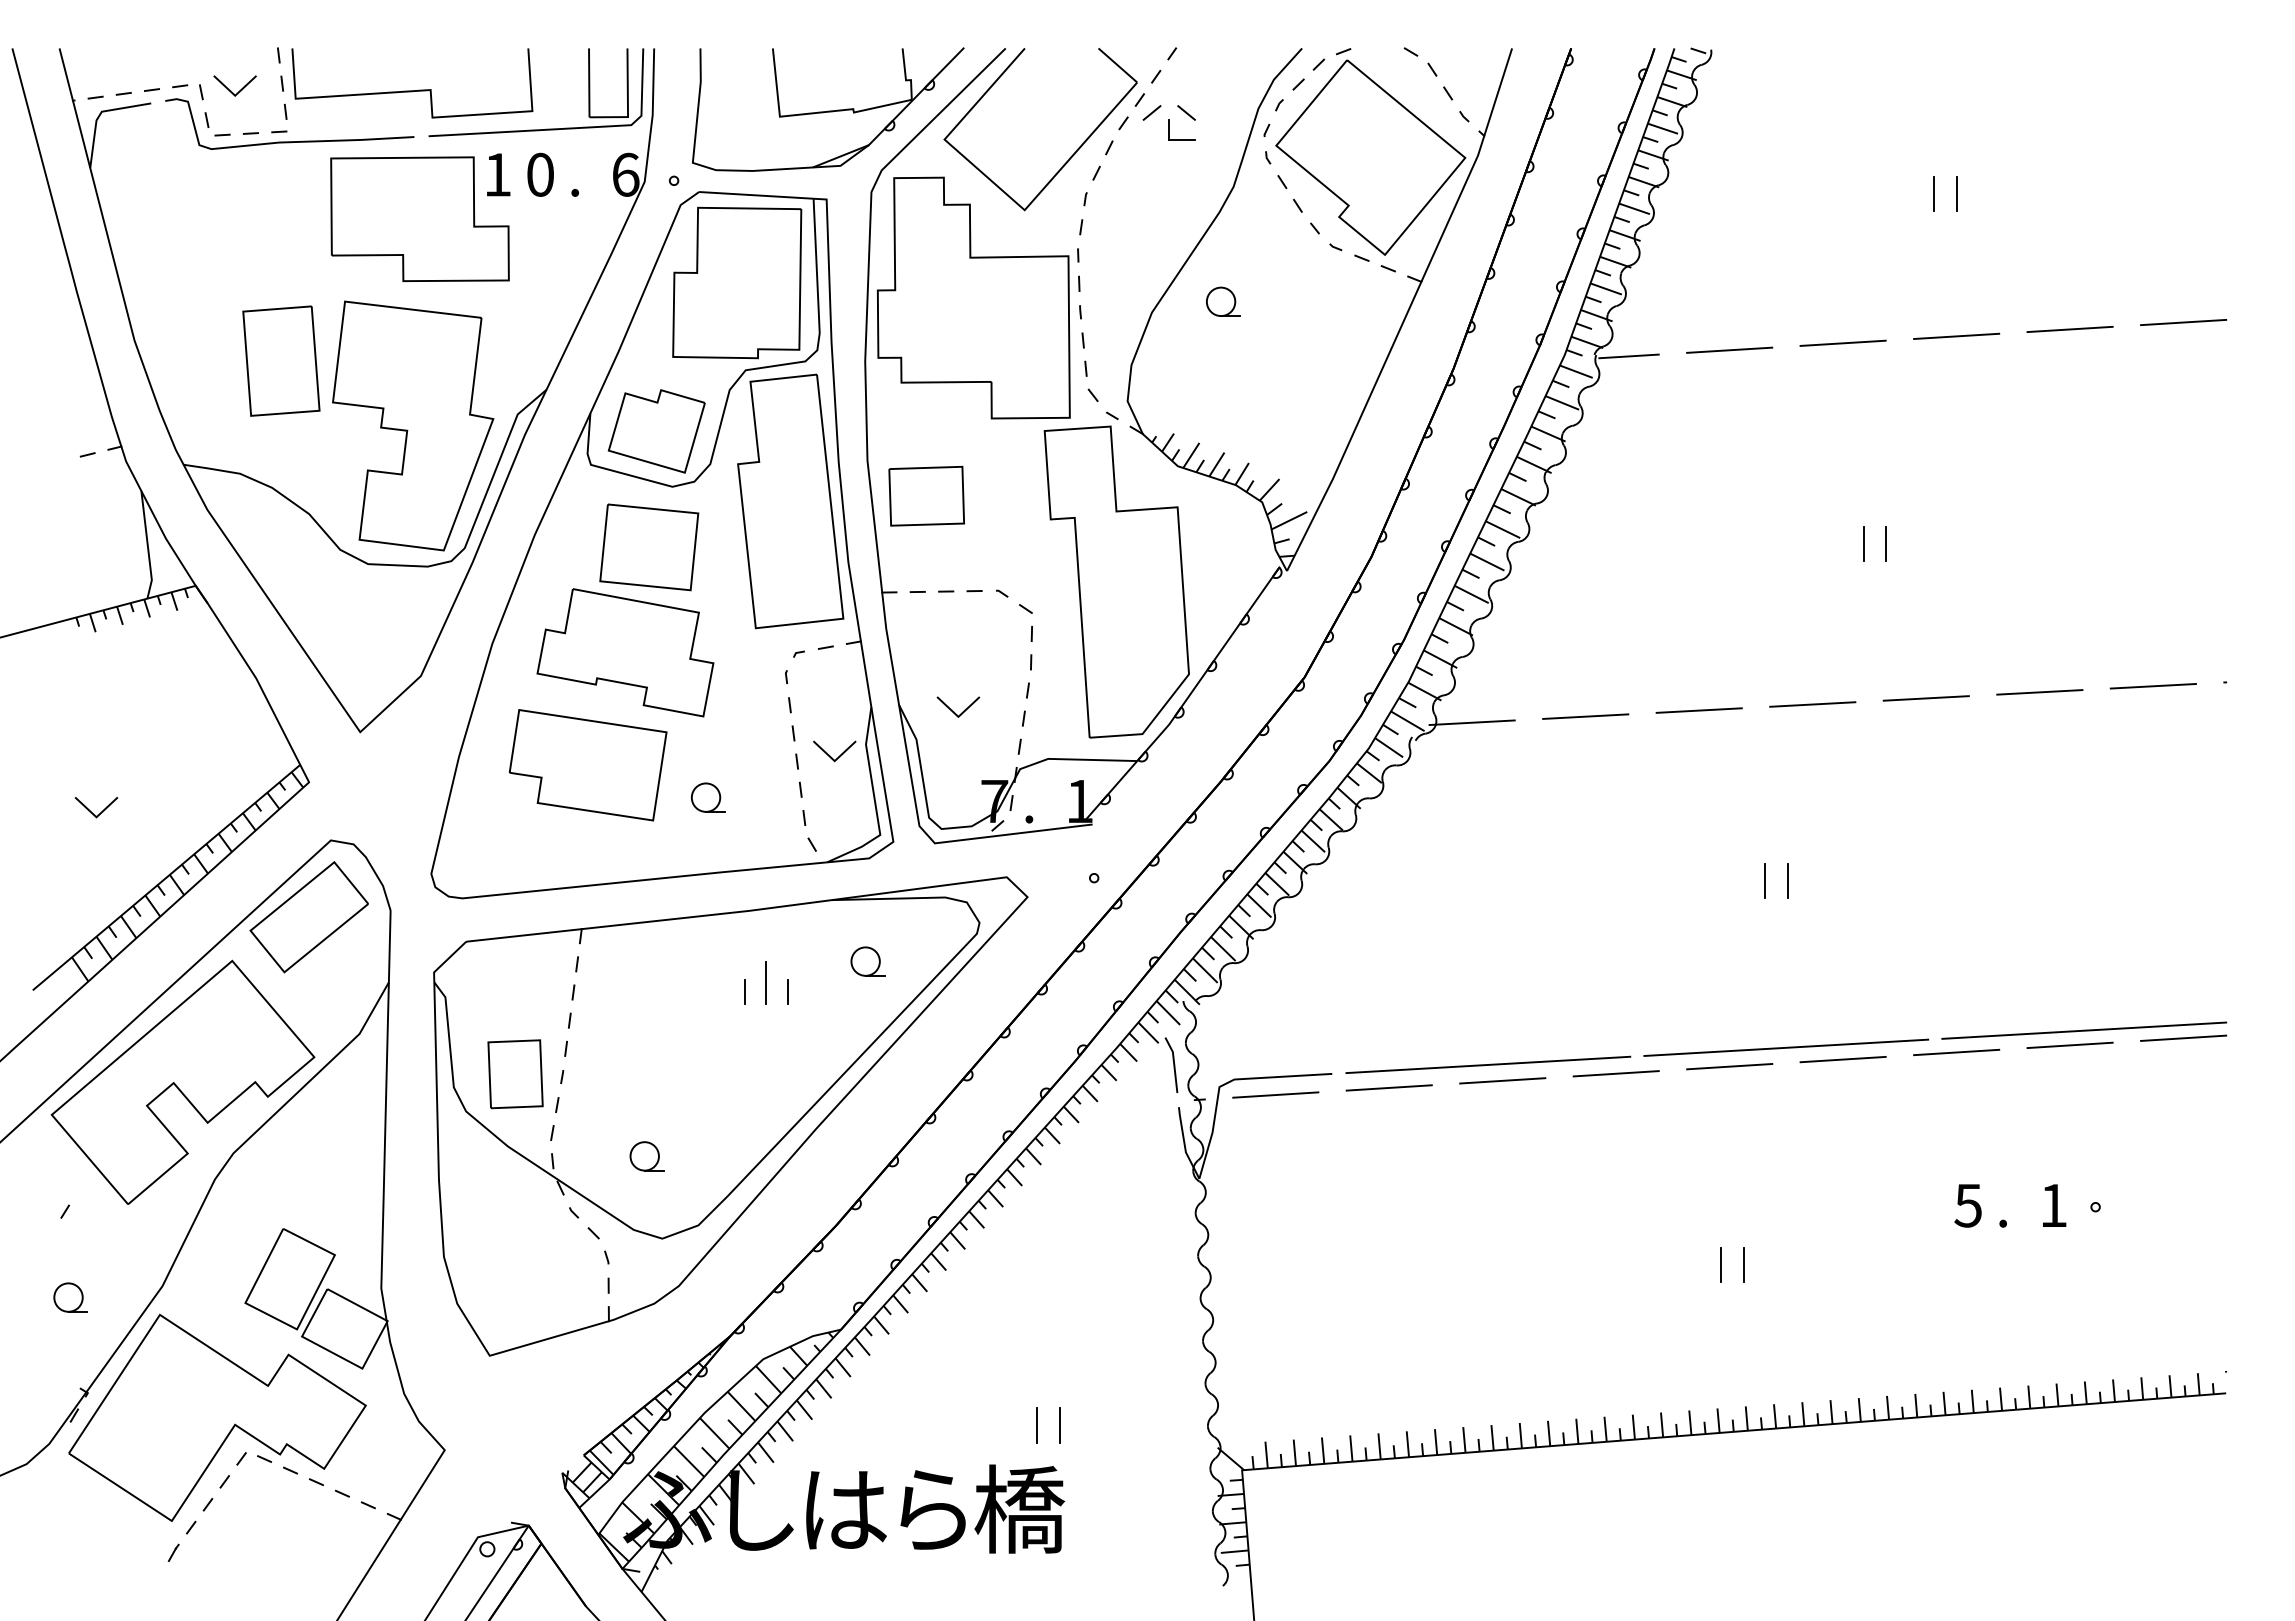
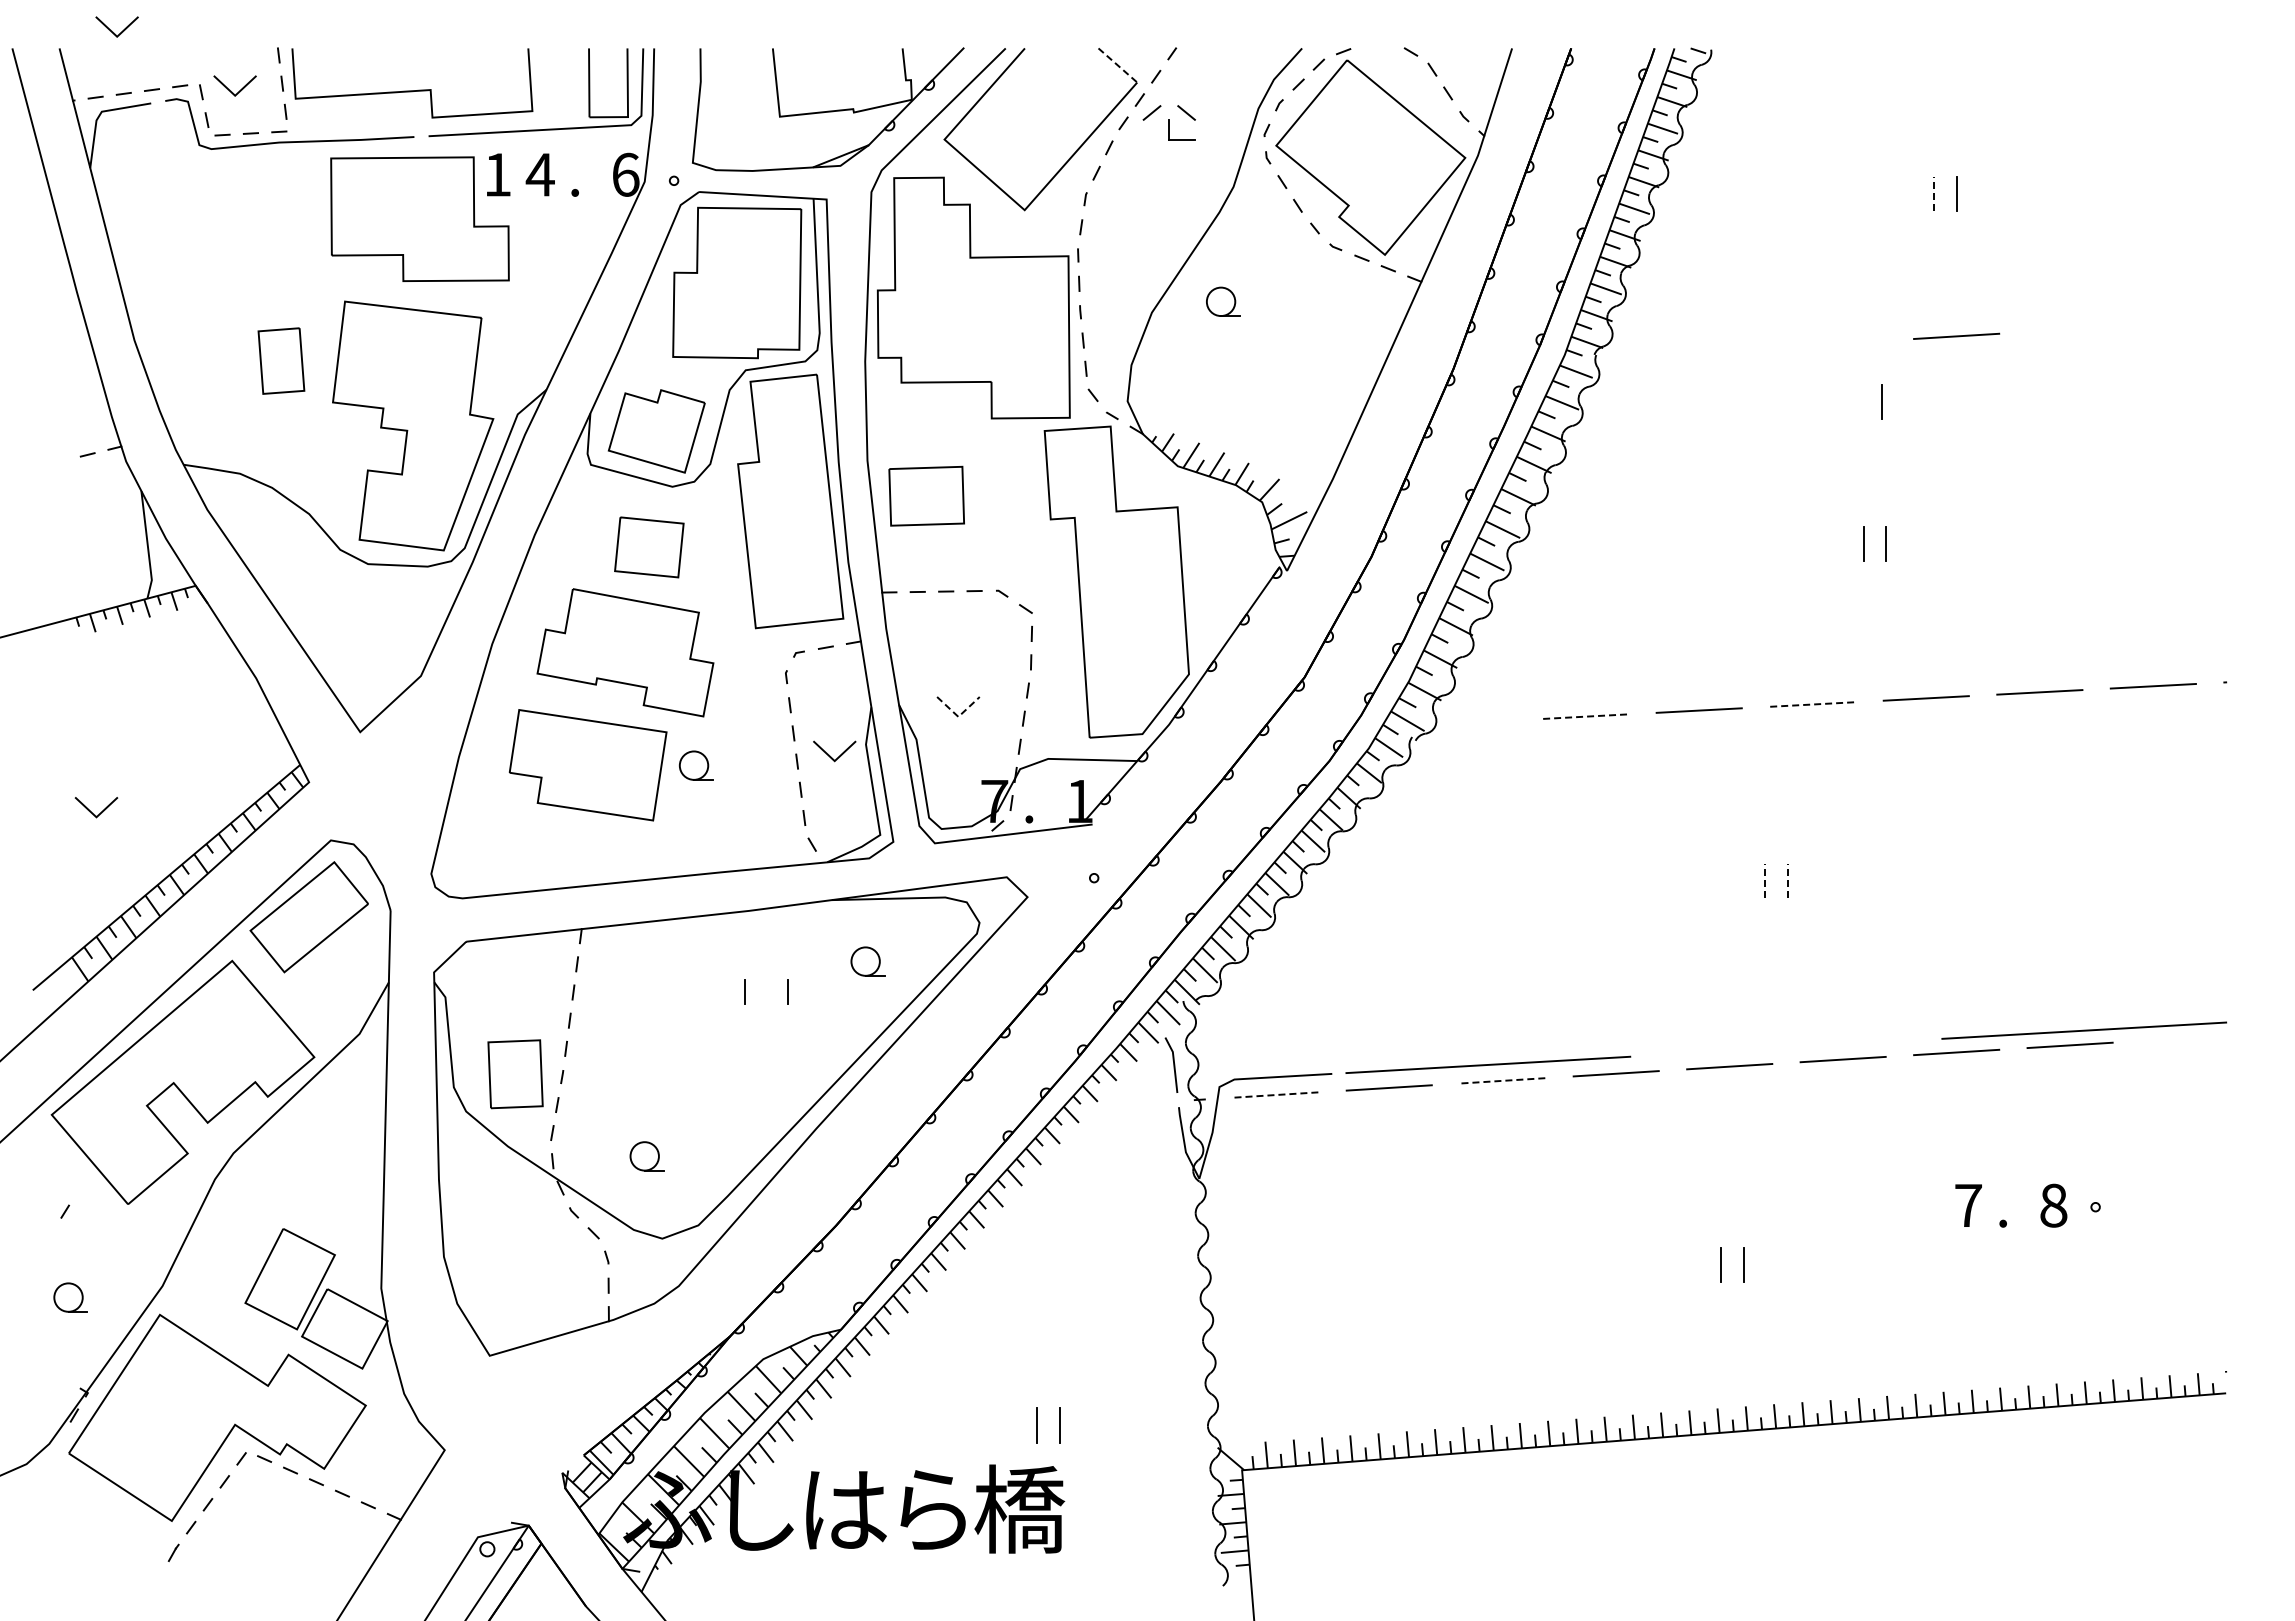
line at (114, 32): none -> present
line at (1117, 65): solid -> dashed
text at (539, 174): 0 -> 4
line at (1933, 193): solid -> dashed
line at (2183, 322): present -> none
line at (2069, 329): present -> none
line at (1842, 342): present -> none
line at (1729, 349): present -> none
line at (1628, 356): present -> none
part at (281, 360) size: 79x112 px -> 49x68 px
line at (1881, 401): none -> present
part at (649, 547) size: 101x89 px -> 71x63 px
line at (1812, 704): solid -> dashed
line at (958, 716): solid -> dashed
line at (1585, 716): solid -> dashed
line at (1471, 722): present -> none
part at (707, 797) position: (707, 797) -> (695, 765)
line at (1765, 880): solid -> dashed
line at (1787, 880): solid -> dashed
line at (766, 982): present -> none
line at (2183, 1037): present -> none
line at (1786, 1047): present -> none
line at (1502, 1080): solid -> dashed
line at (1275, 1095): solid -> dashed
text at (1967, 1205): 5 -> 7
text at (2053, 1205): 1 -> 8
